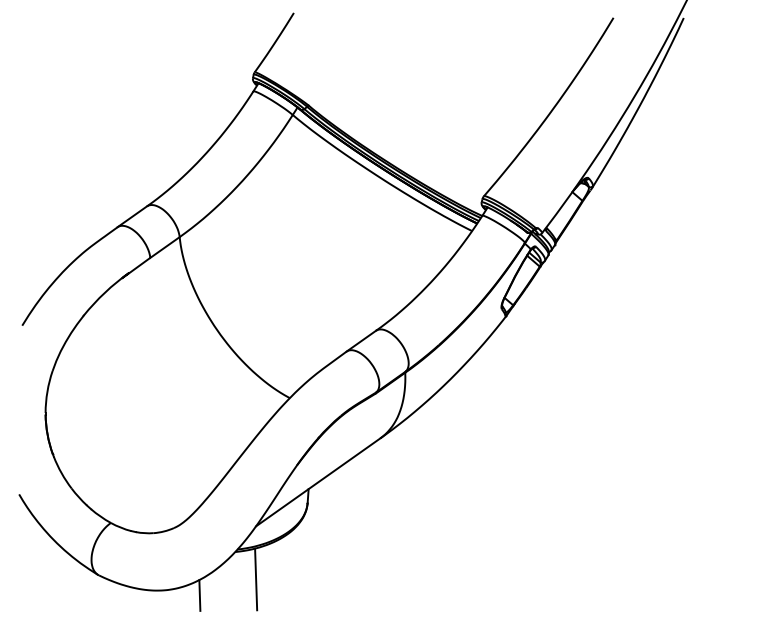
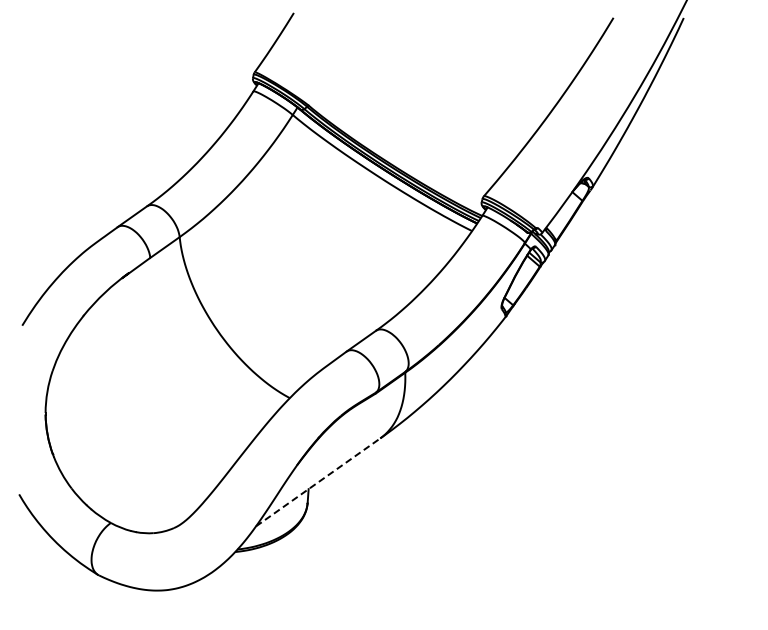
line at (318, 482): solid -> dashed
line at (256, 579): present -> none
line at (199, 595): present -> none
